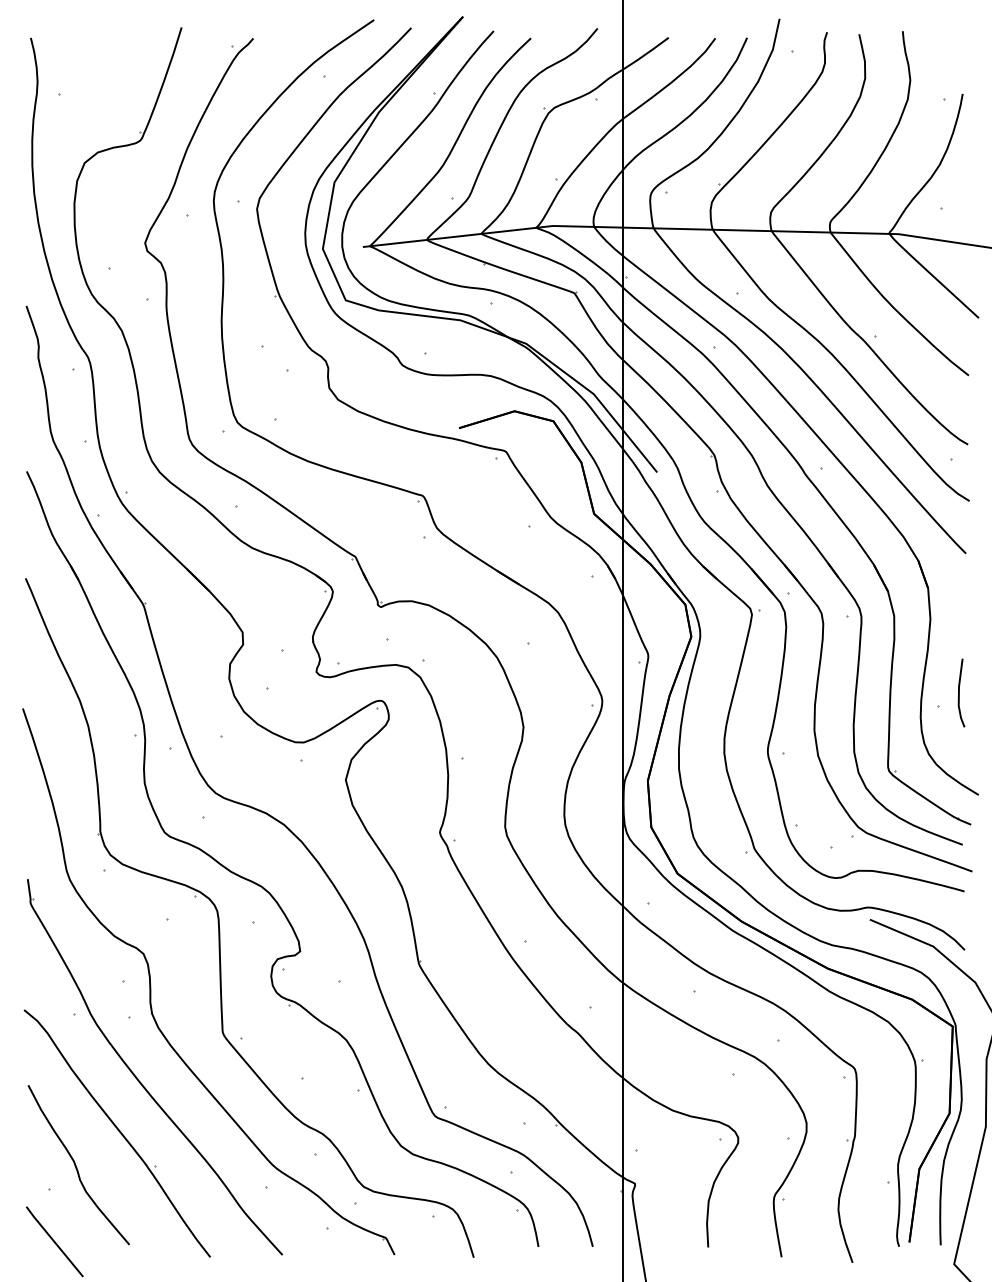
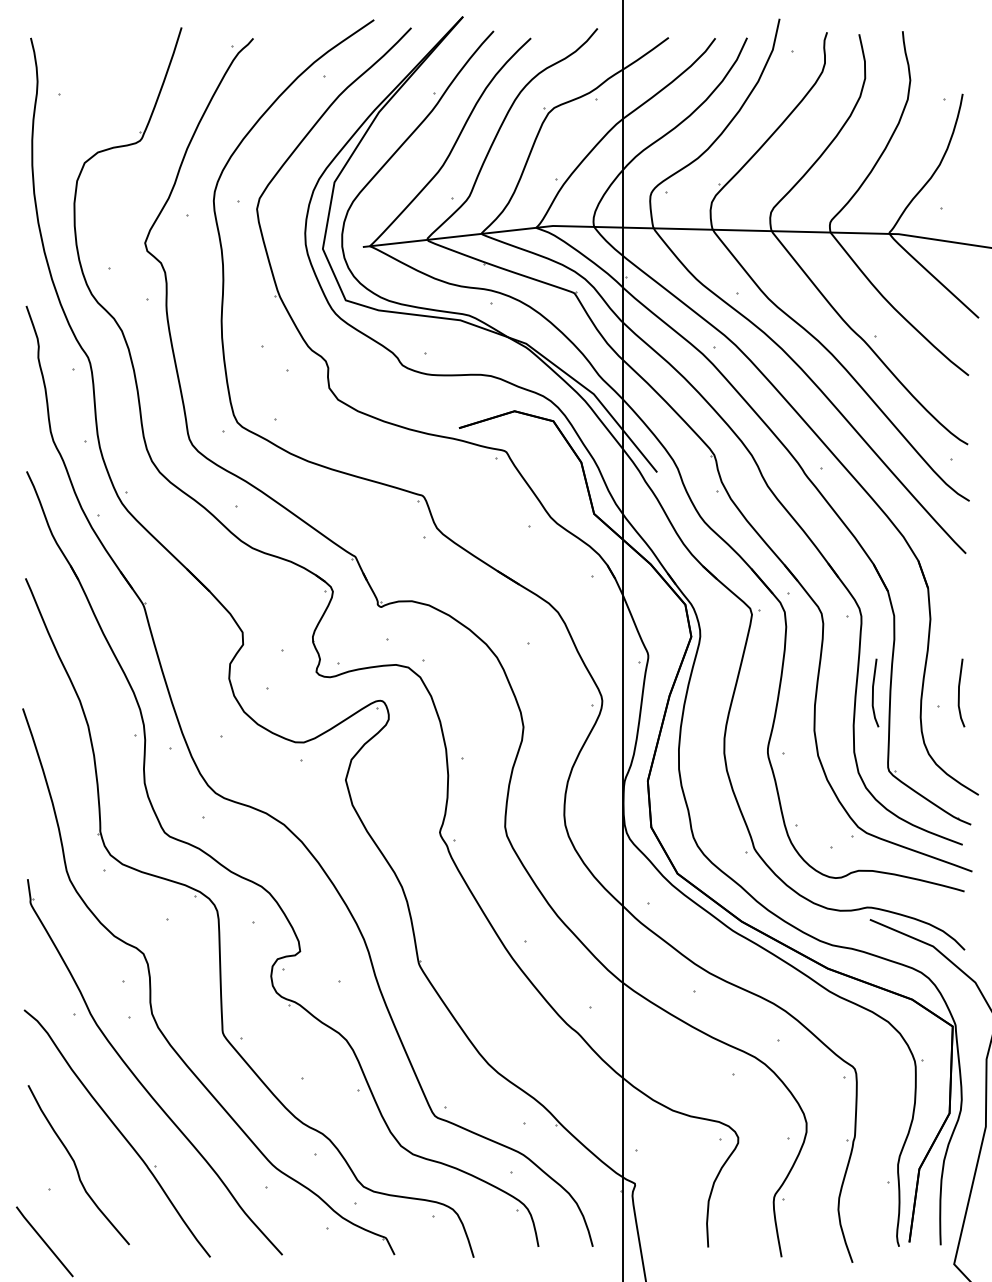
line at (873, 692): none -> present
line at (54, 1241) position: (54, 1241) -> (44, 1241)
